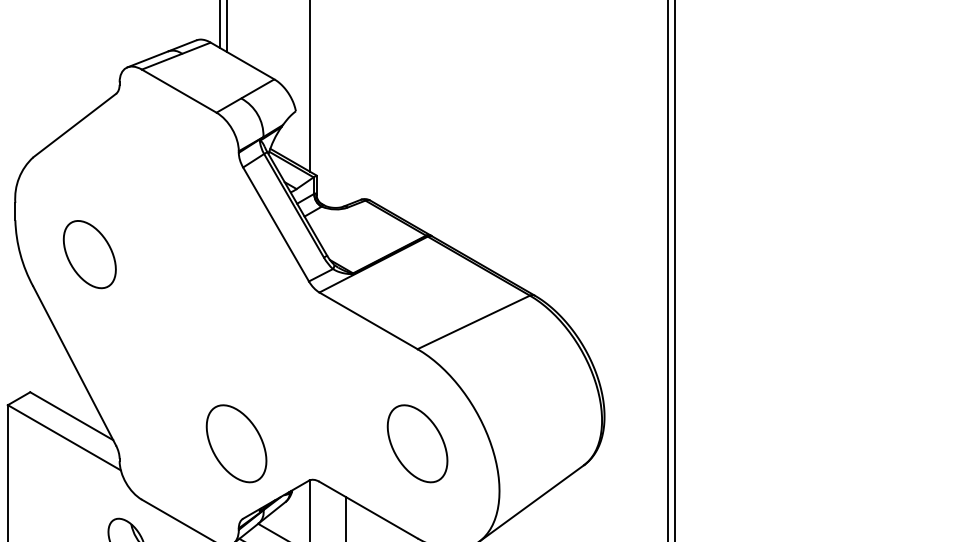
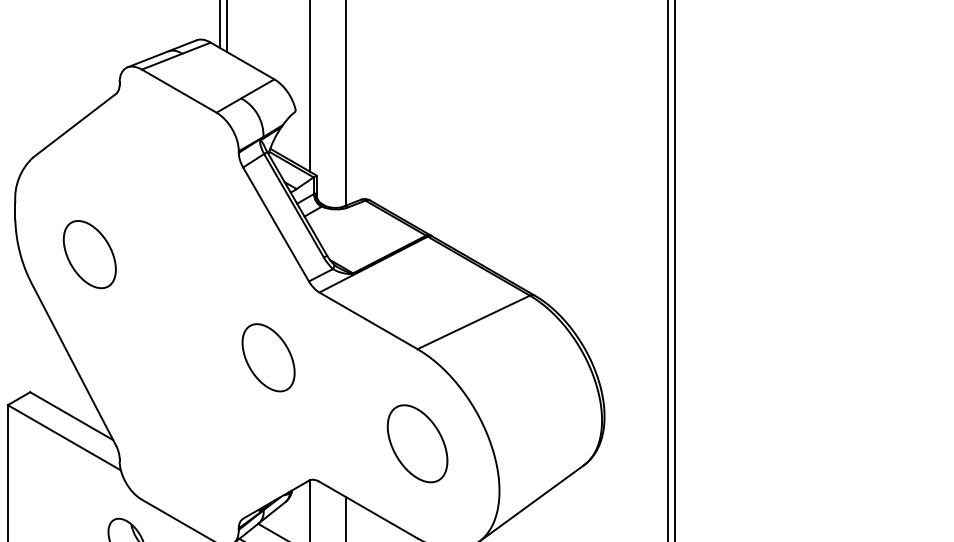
line at (346, 103): none -> present
part at (268, 357): none -> present
part at (236, 443): present -> none
